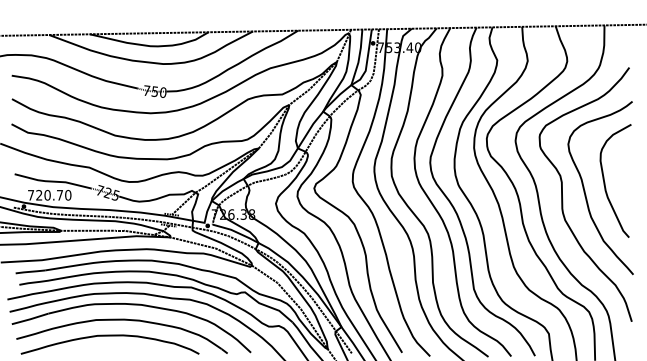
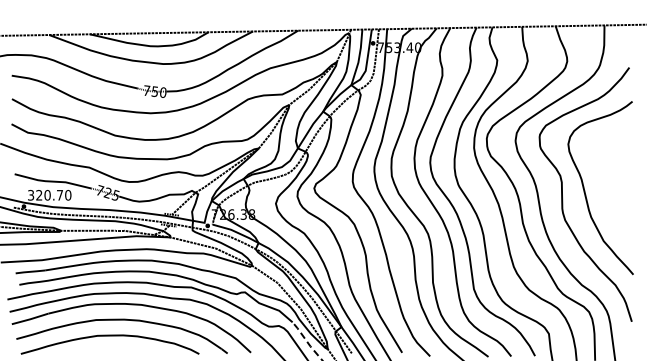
curve at (605, 182): present -> none
text at (31, 194): 720.70 -> 320.70
line at (307, 341): solid -> dashed
